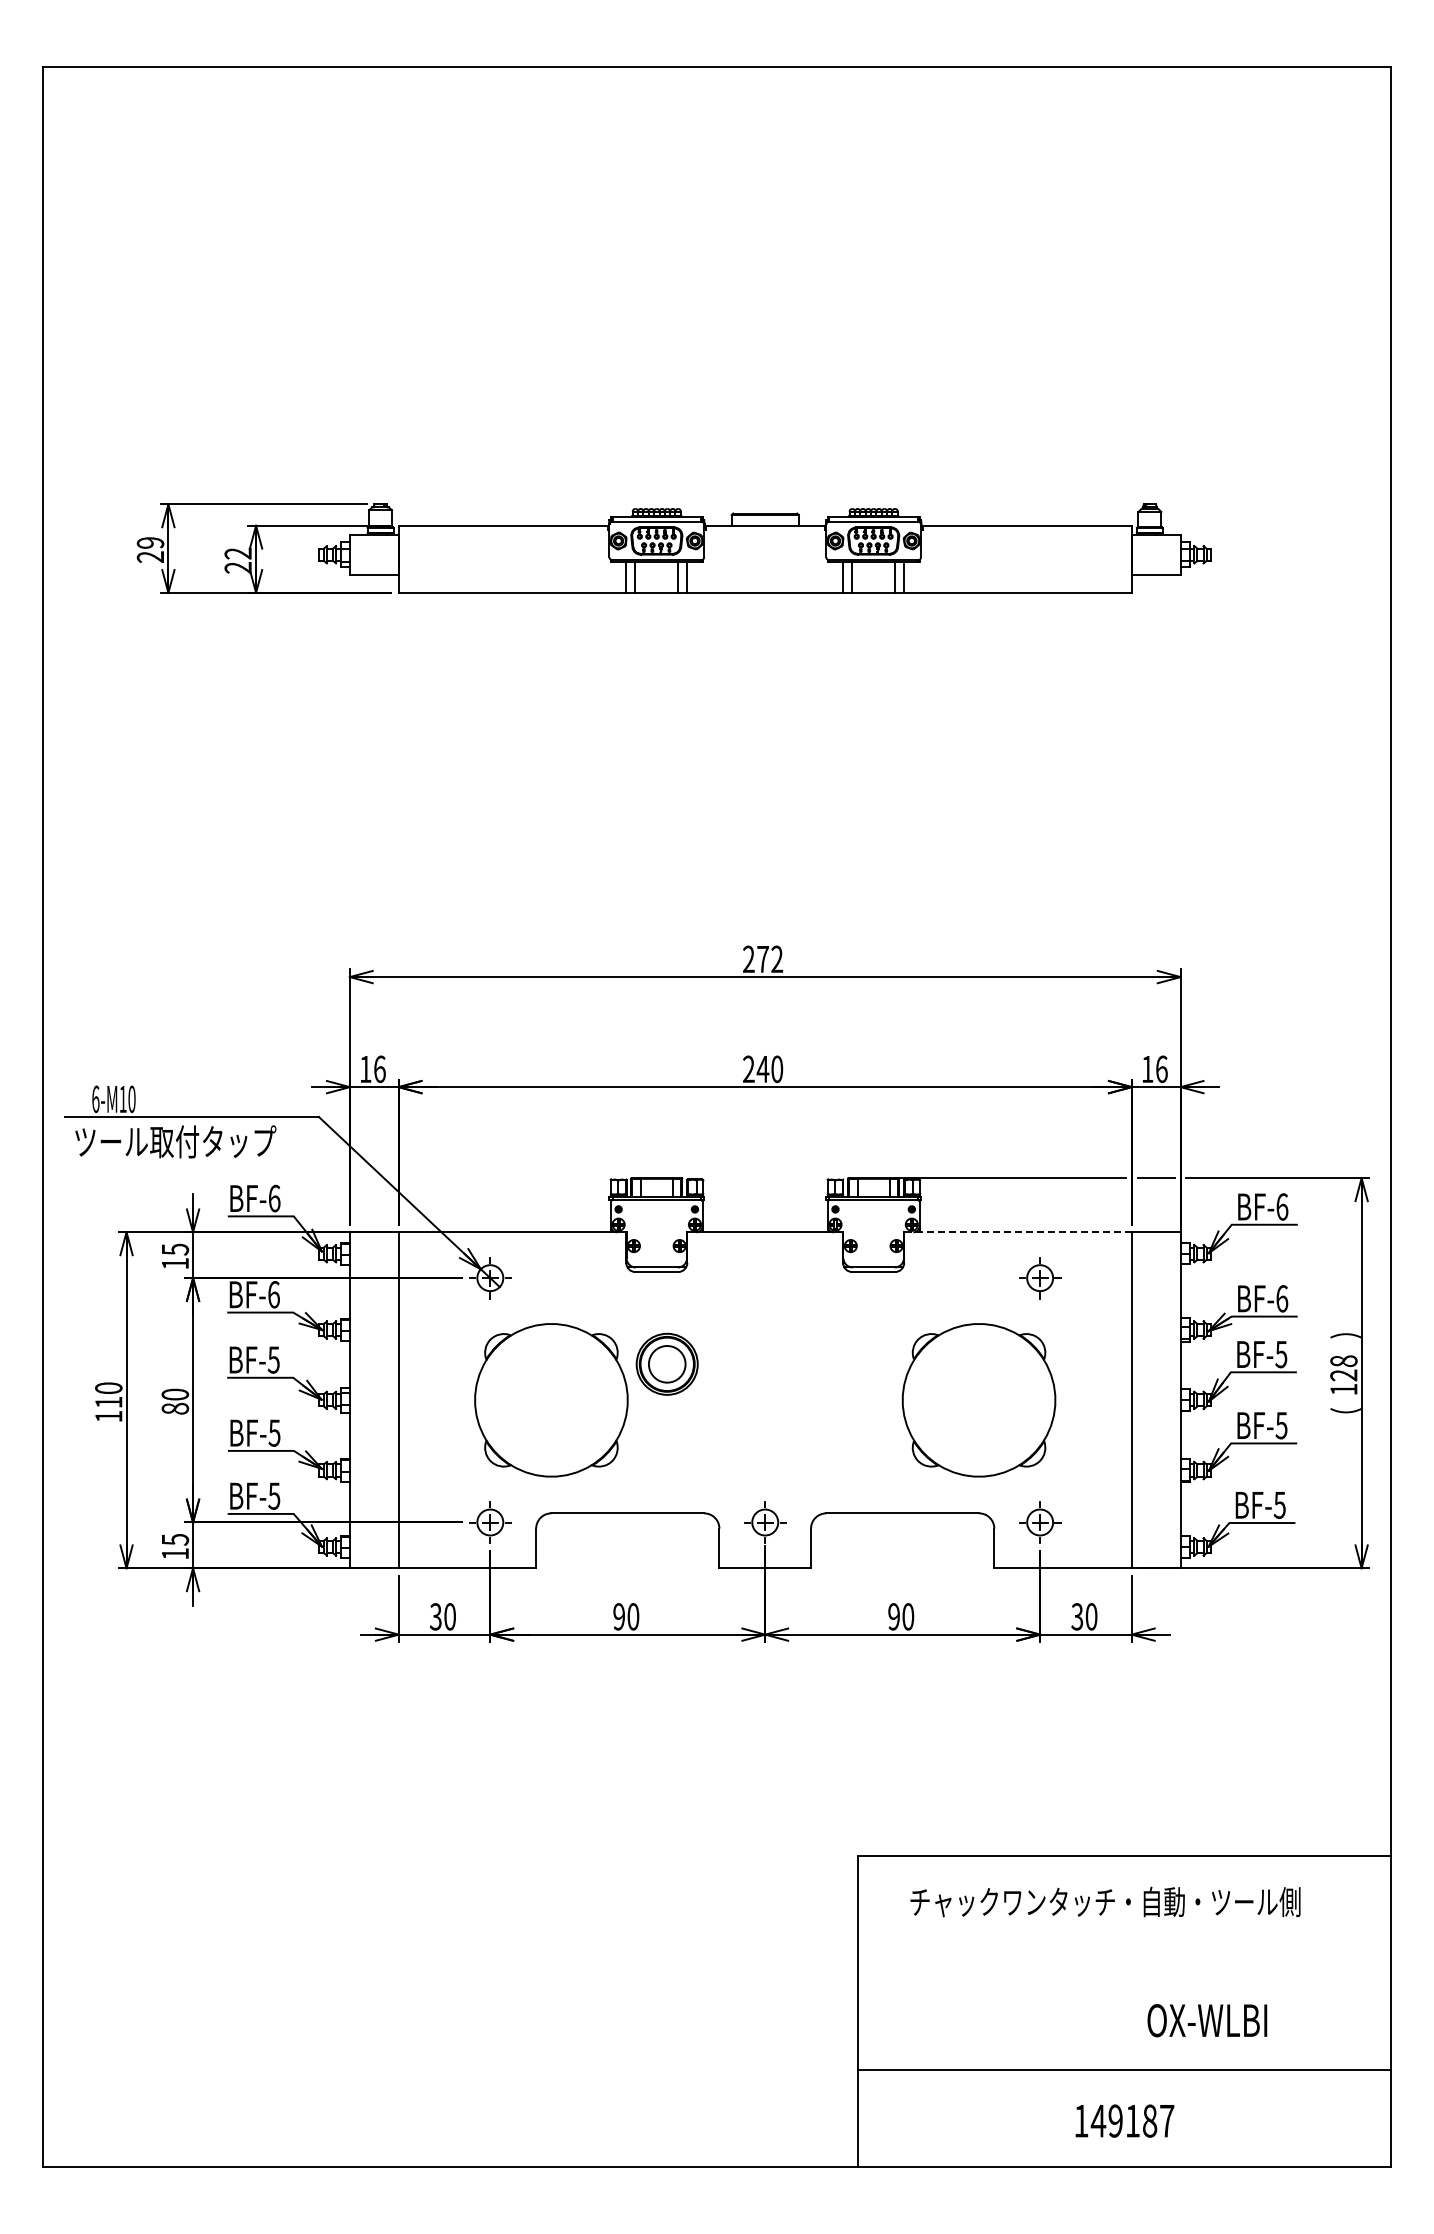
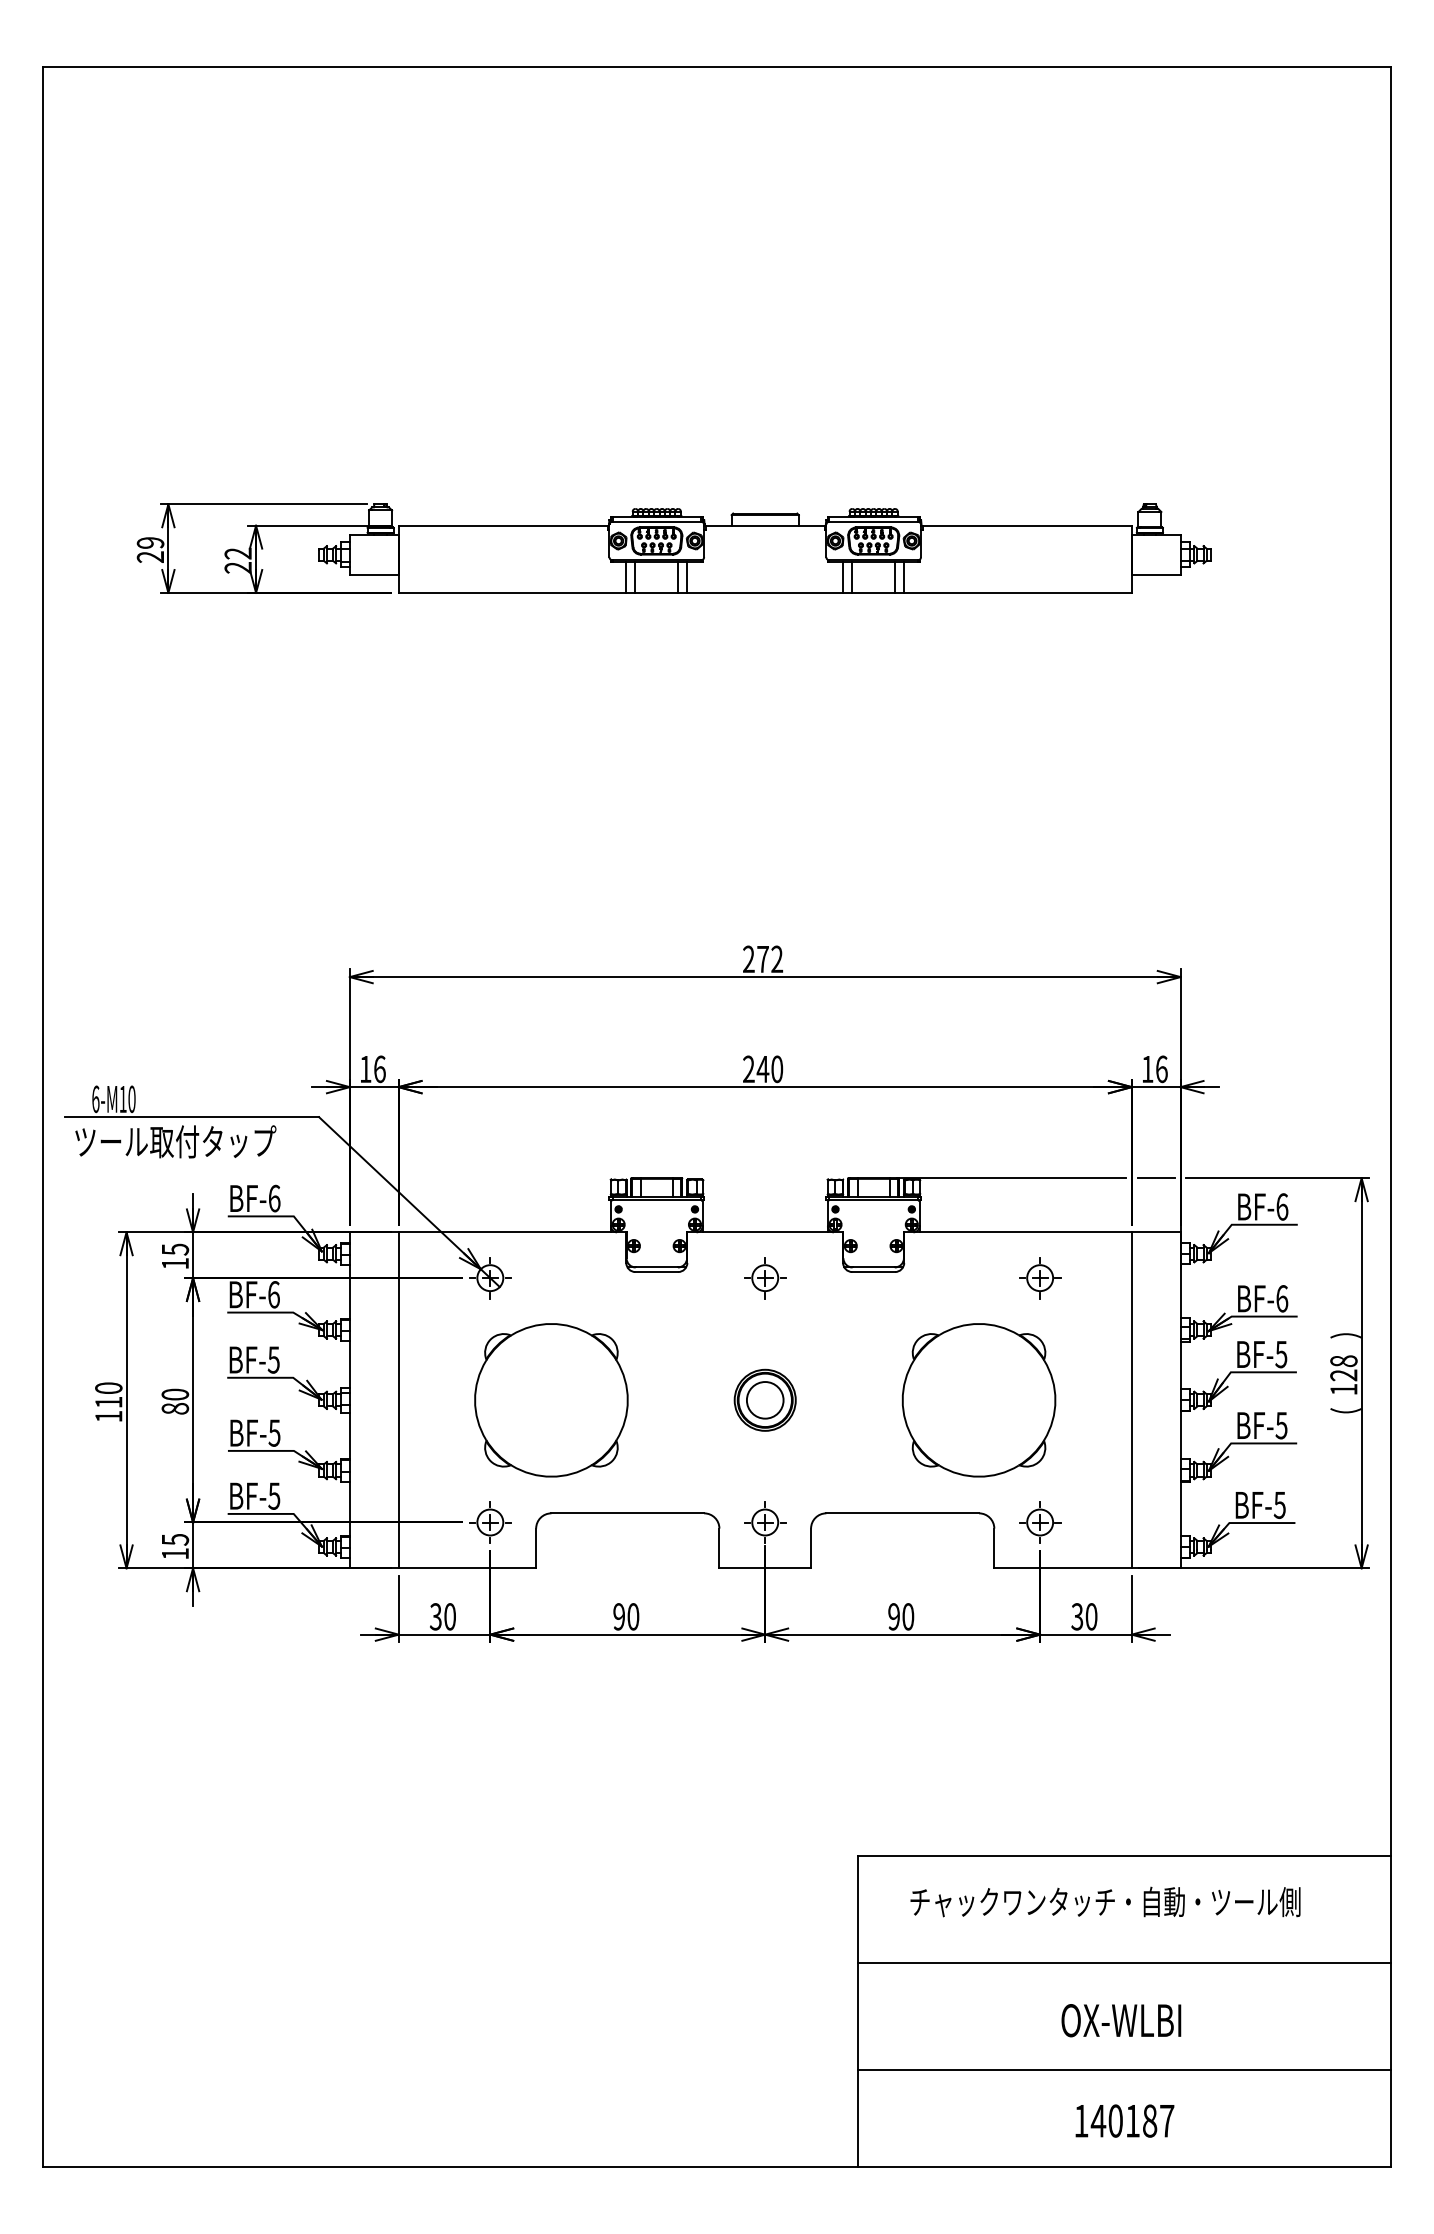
line at (1018, 1232): dashed -> solid
part at (765, 1278): none -> present
part at (666, 1363) position: (666, 1363) -> (764, 1399)
line at (1124, 1962): none -> present
text at (1207, 2020) position: (1207, 2020) -> (1121, 2020)
text at (1115, 2120): 149187 -> 140187
